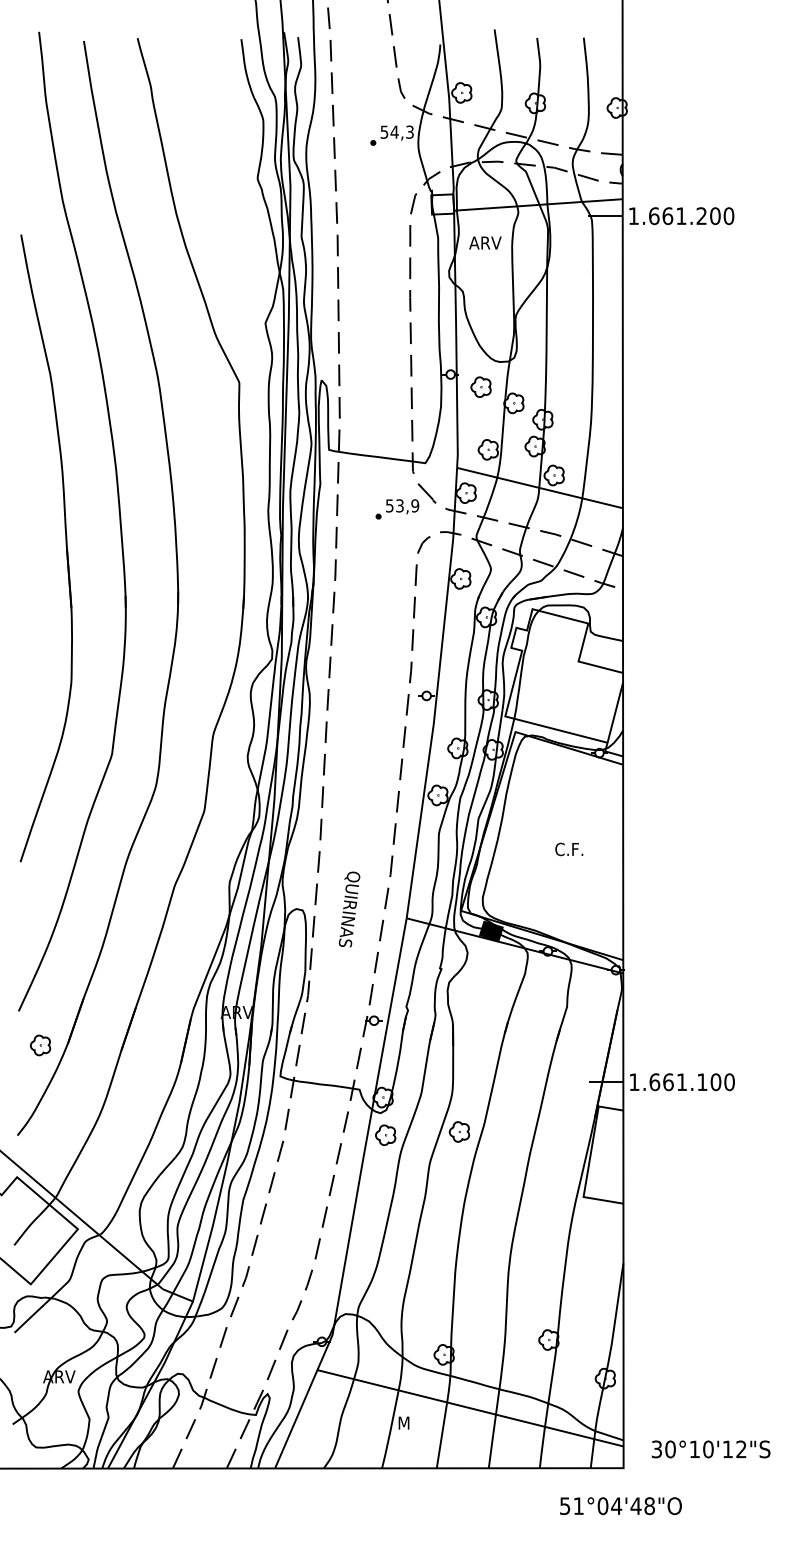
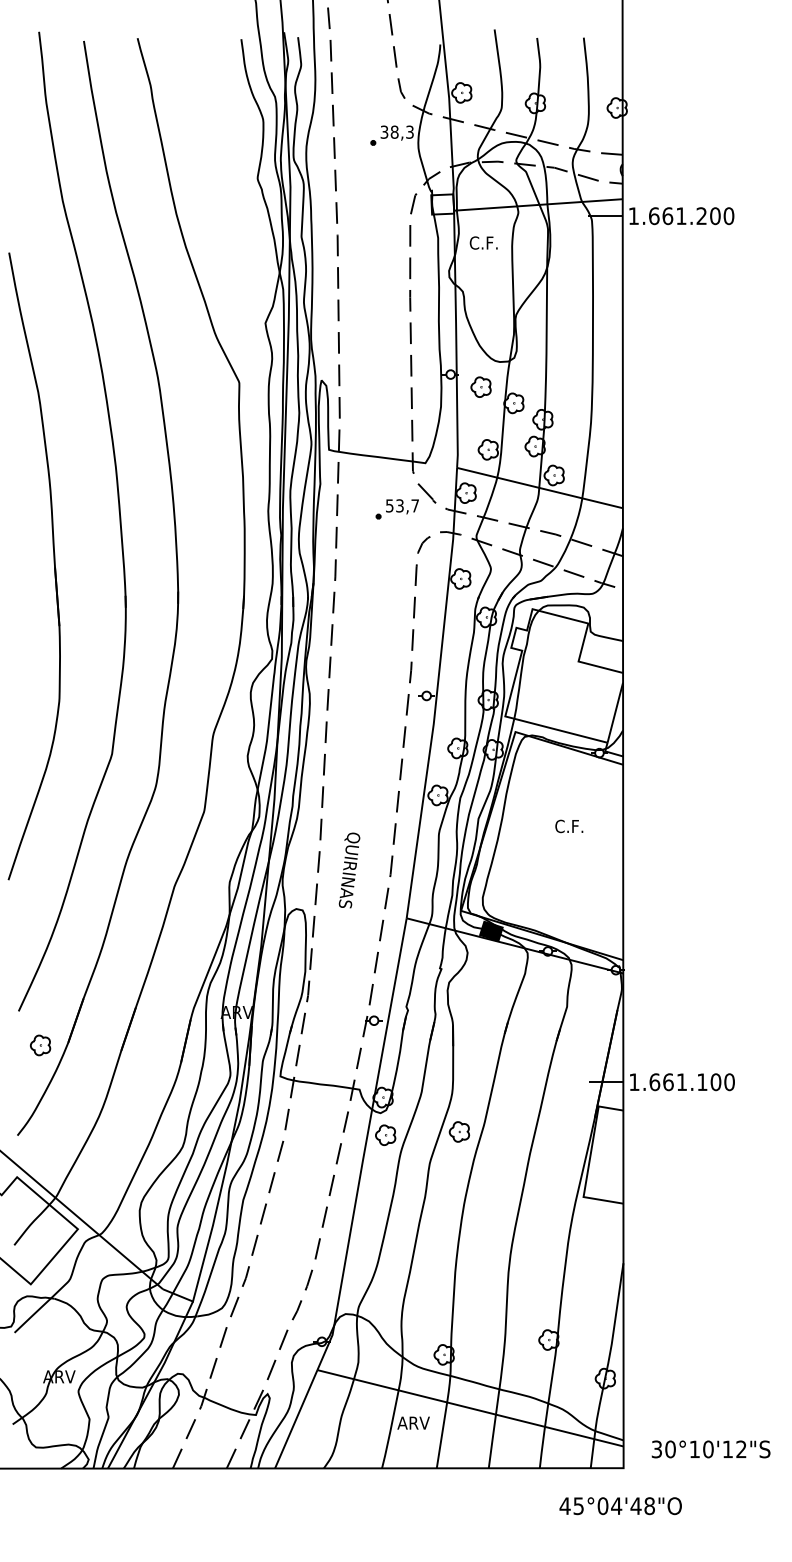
text at (389, 131): 54,3 -> 38,3
text at (485, 242): ARV -> C.F.
text at (415, 505): 53,9 -> 53,7
part at (65, 545) position: (65, 545) -> (53, 563)
text at (569, 849) position: (569, 849) -> (569, 826)
text at (349, 909) position: (349, 909) -> (349, 870)
text at (413, 1422): M -> ARV
text at (571, 1506): 51°04'48"O -> 45°04'48"O
